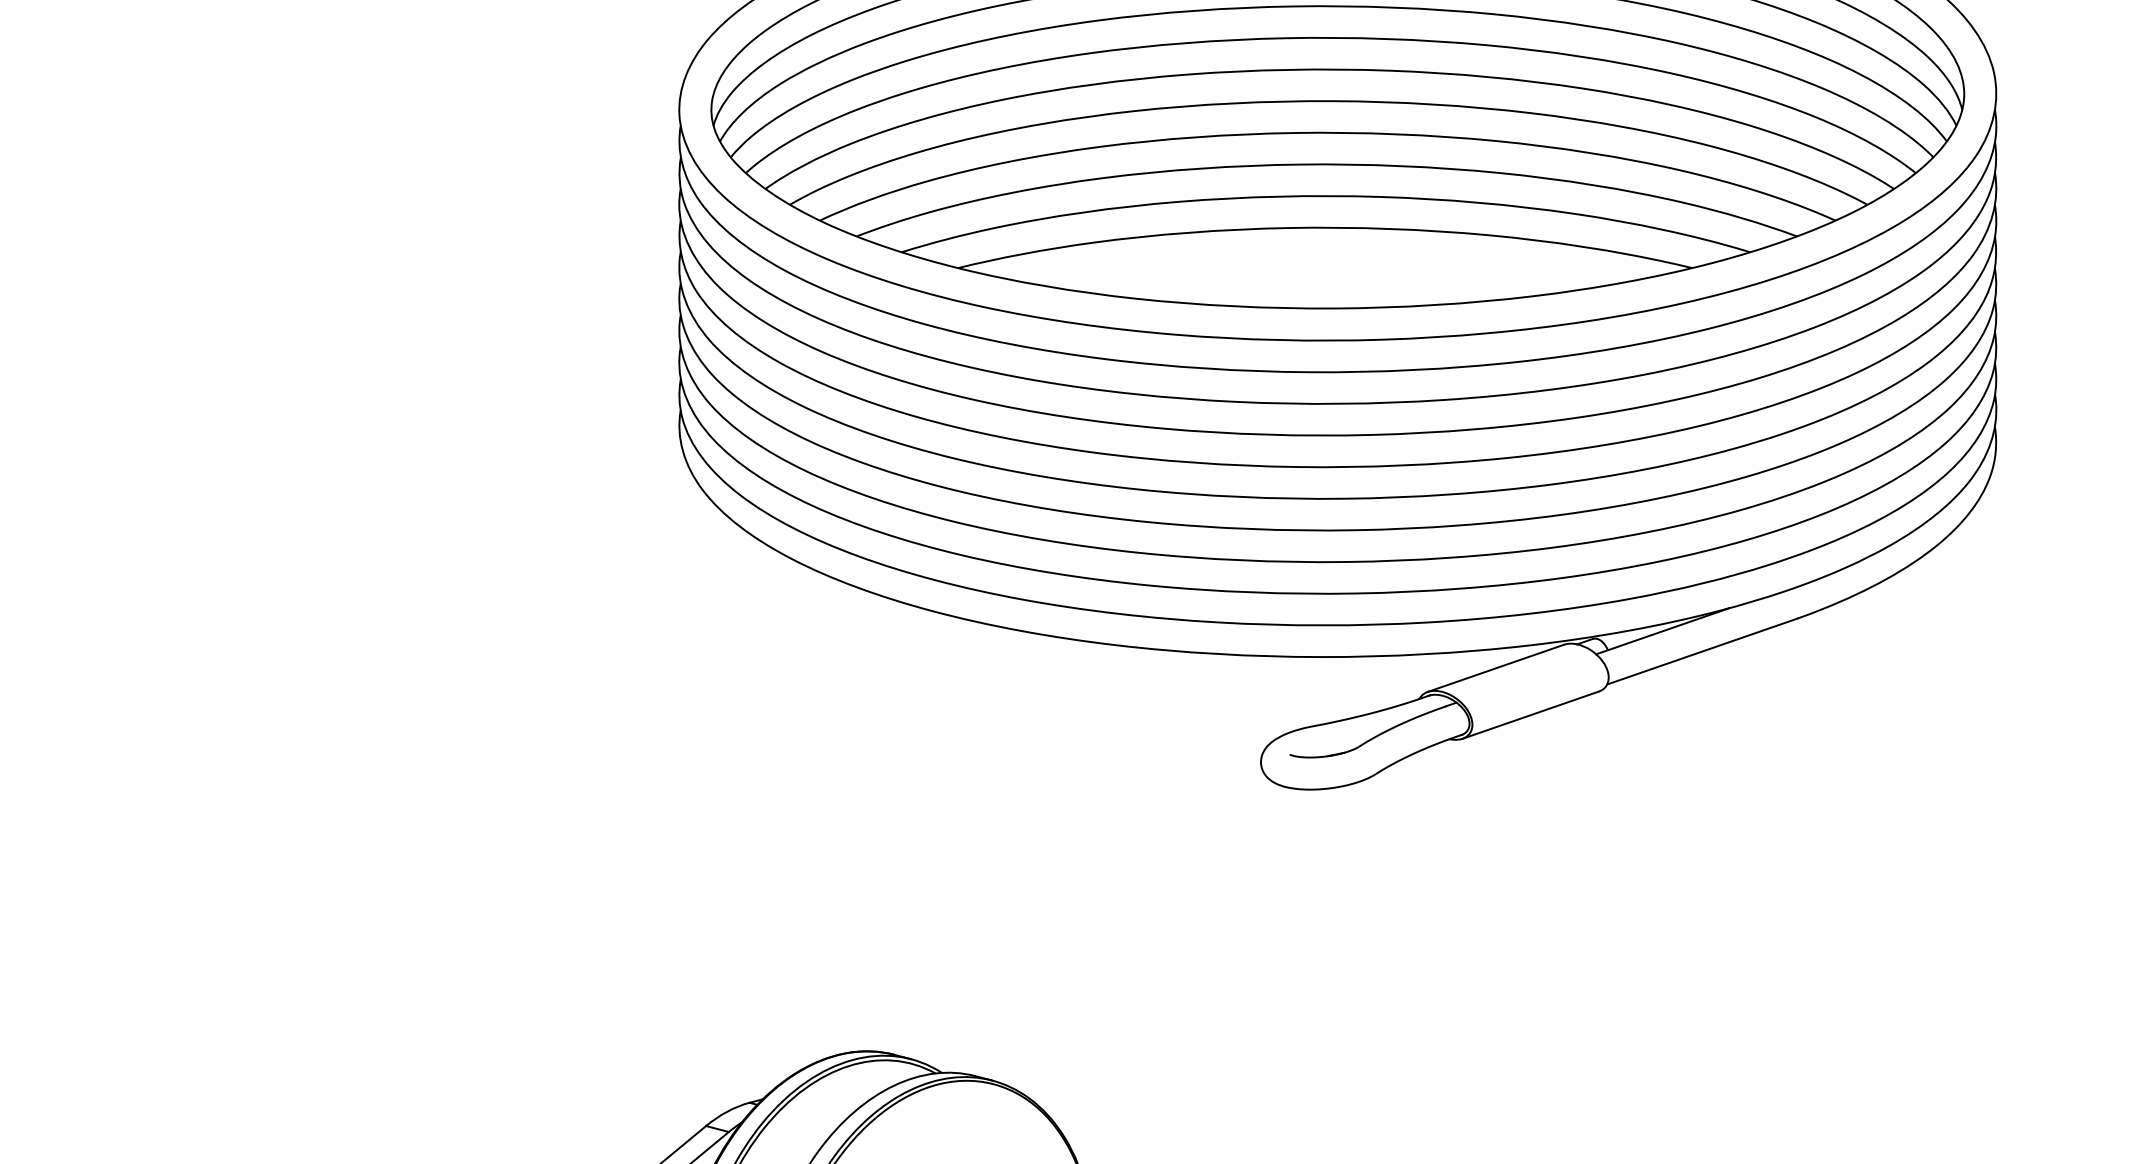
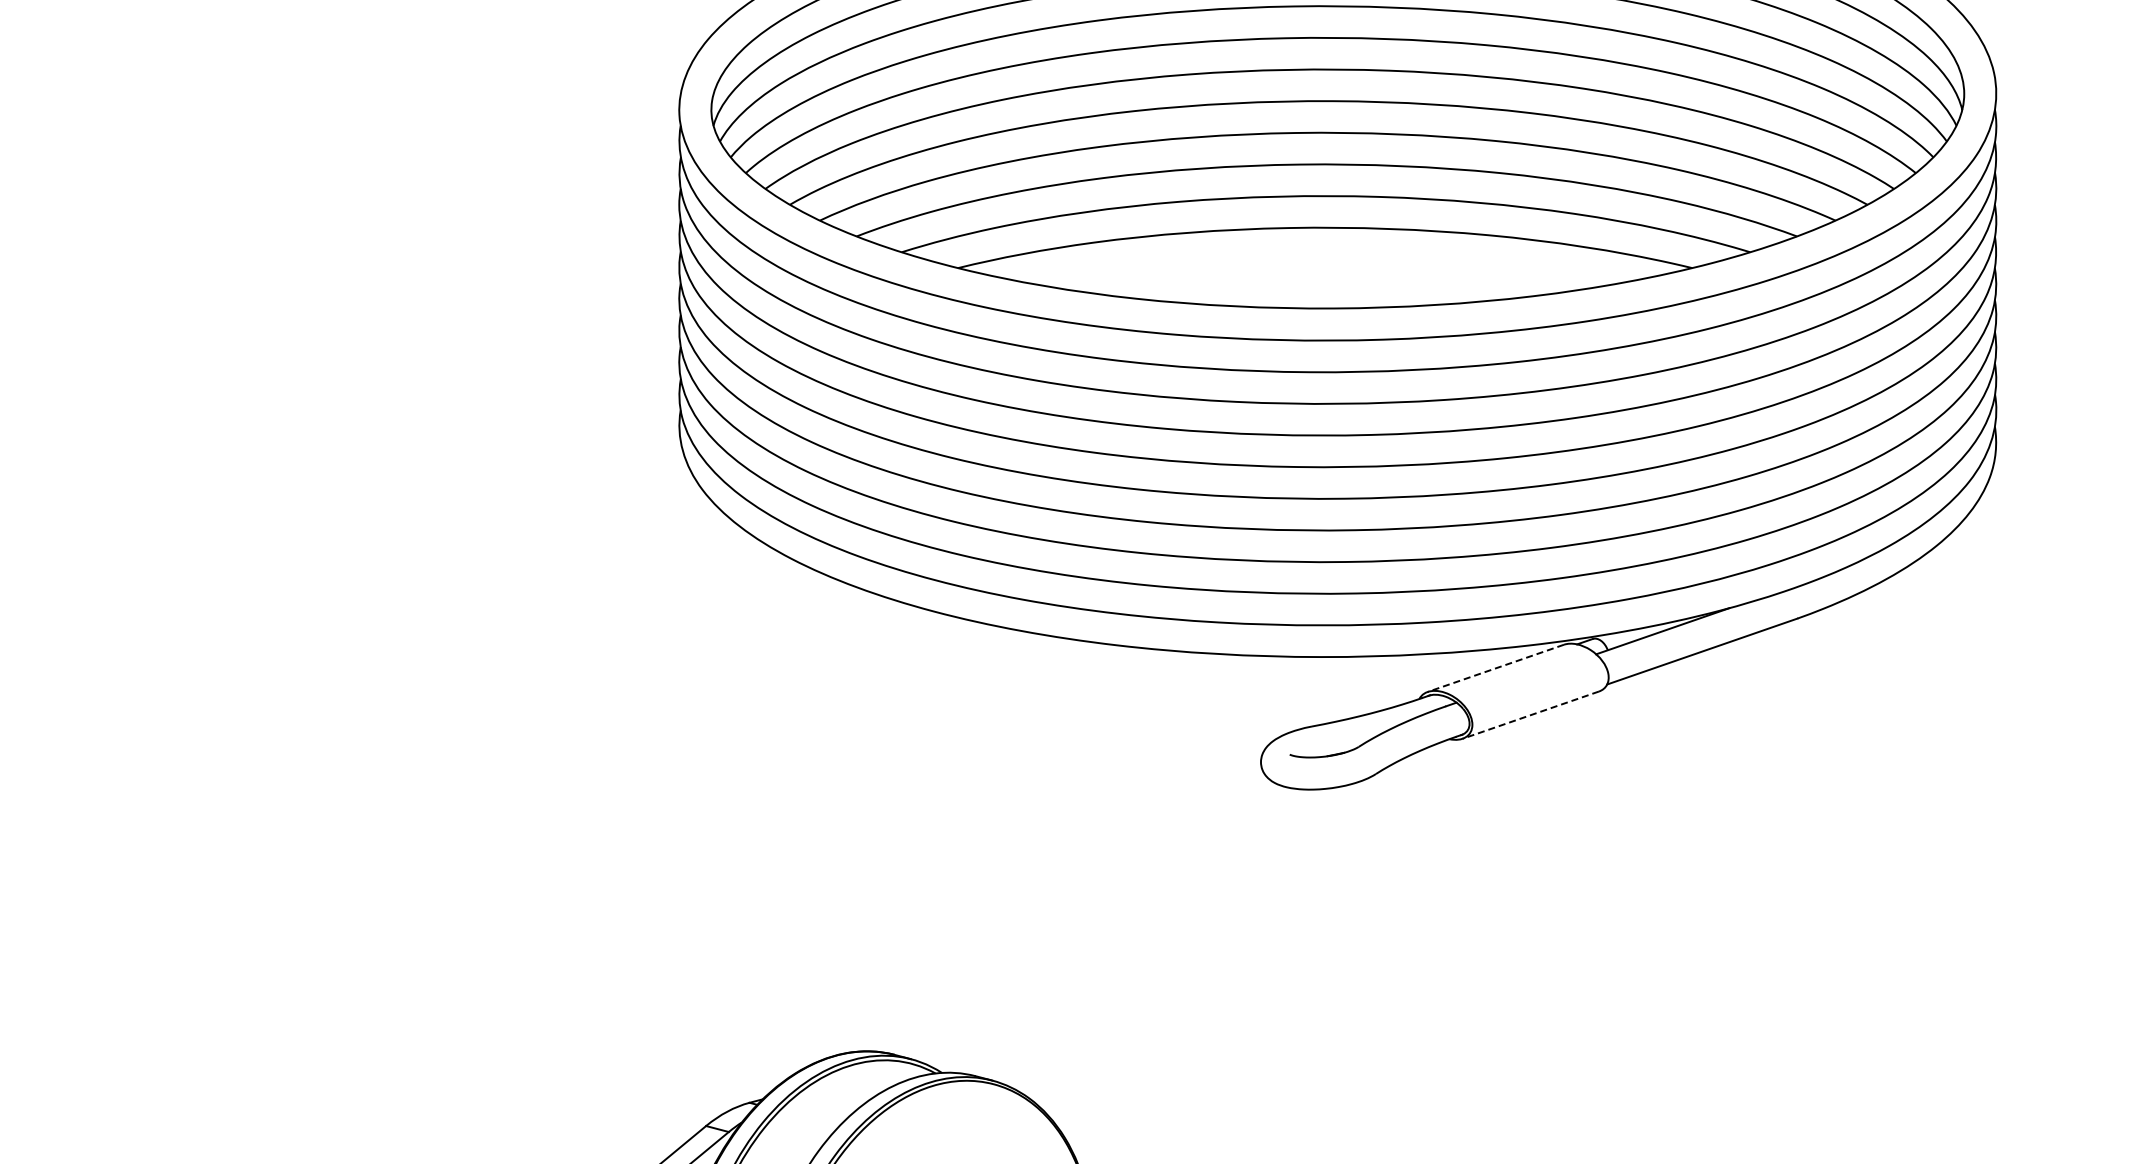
line at (1495, 668): solid -> dashed
line at (1530, 715): solid -> dashed
